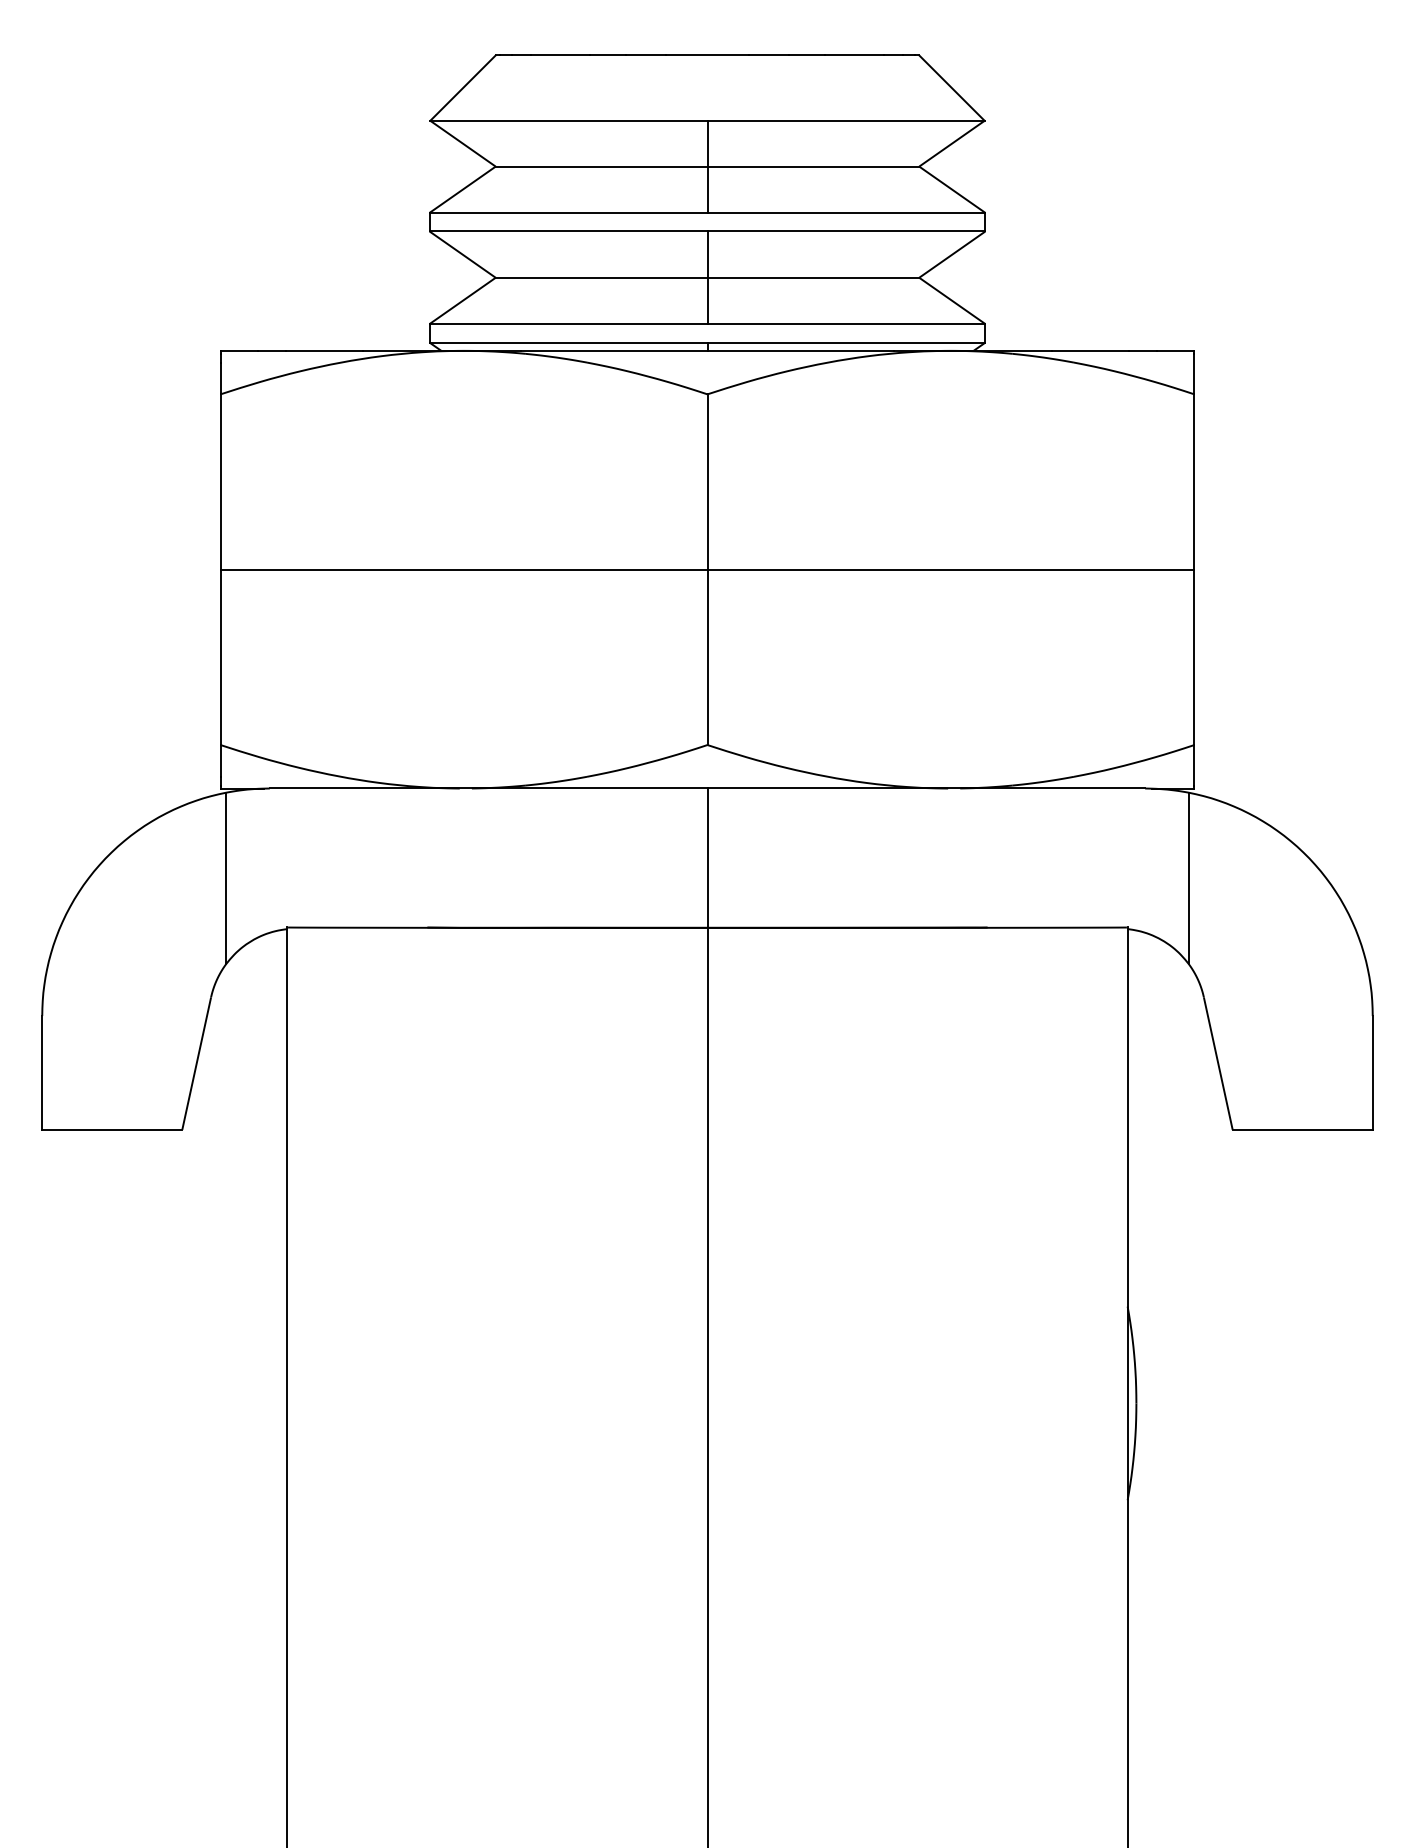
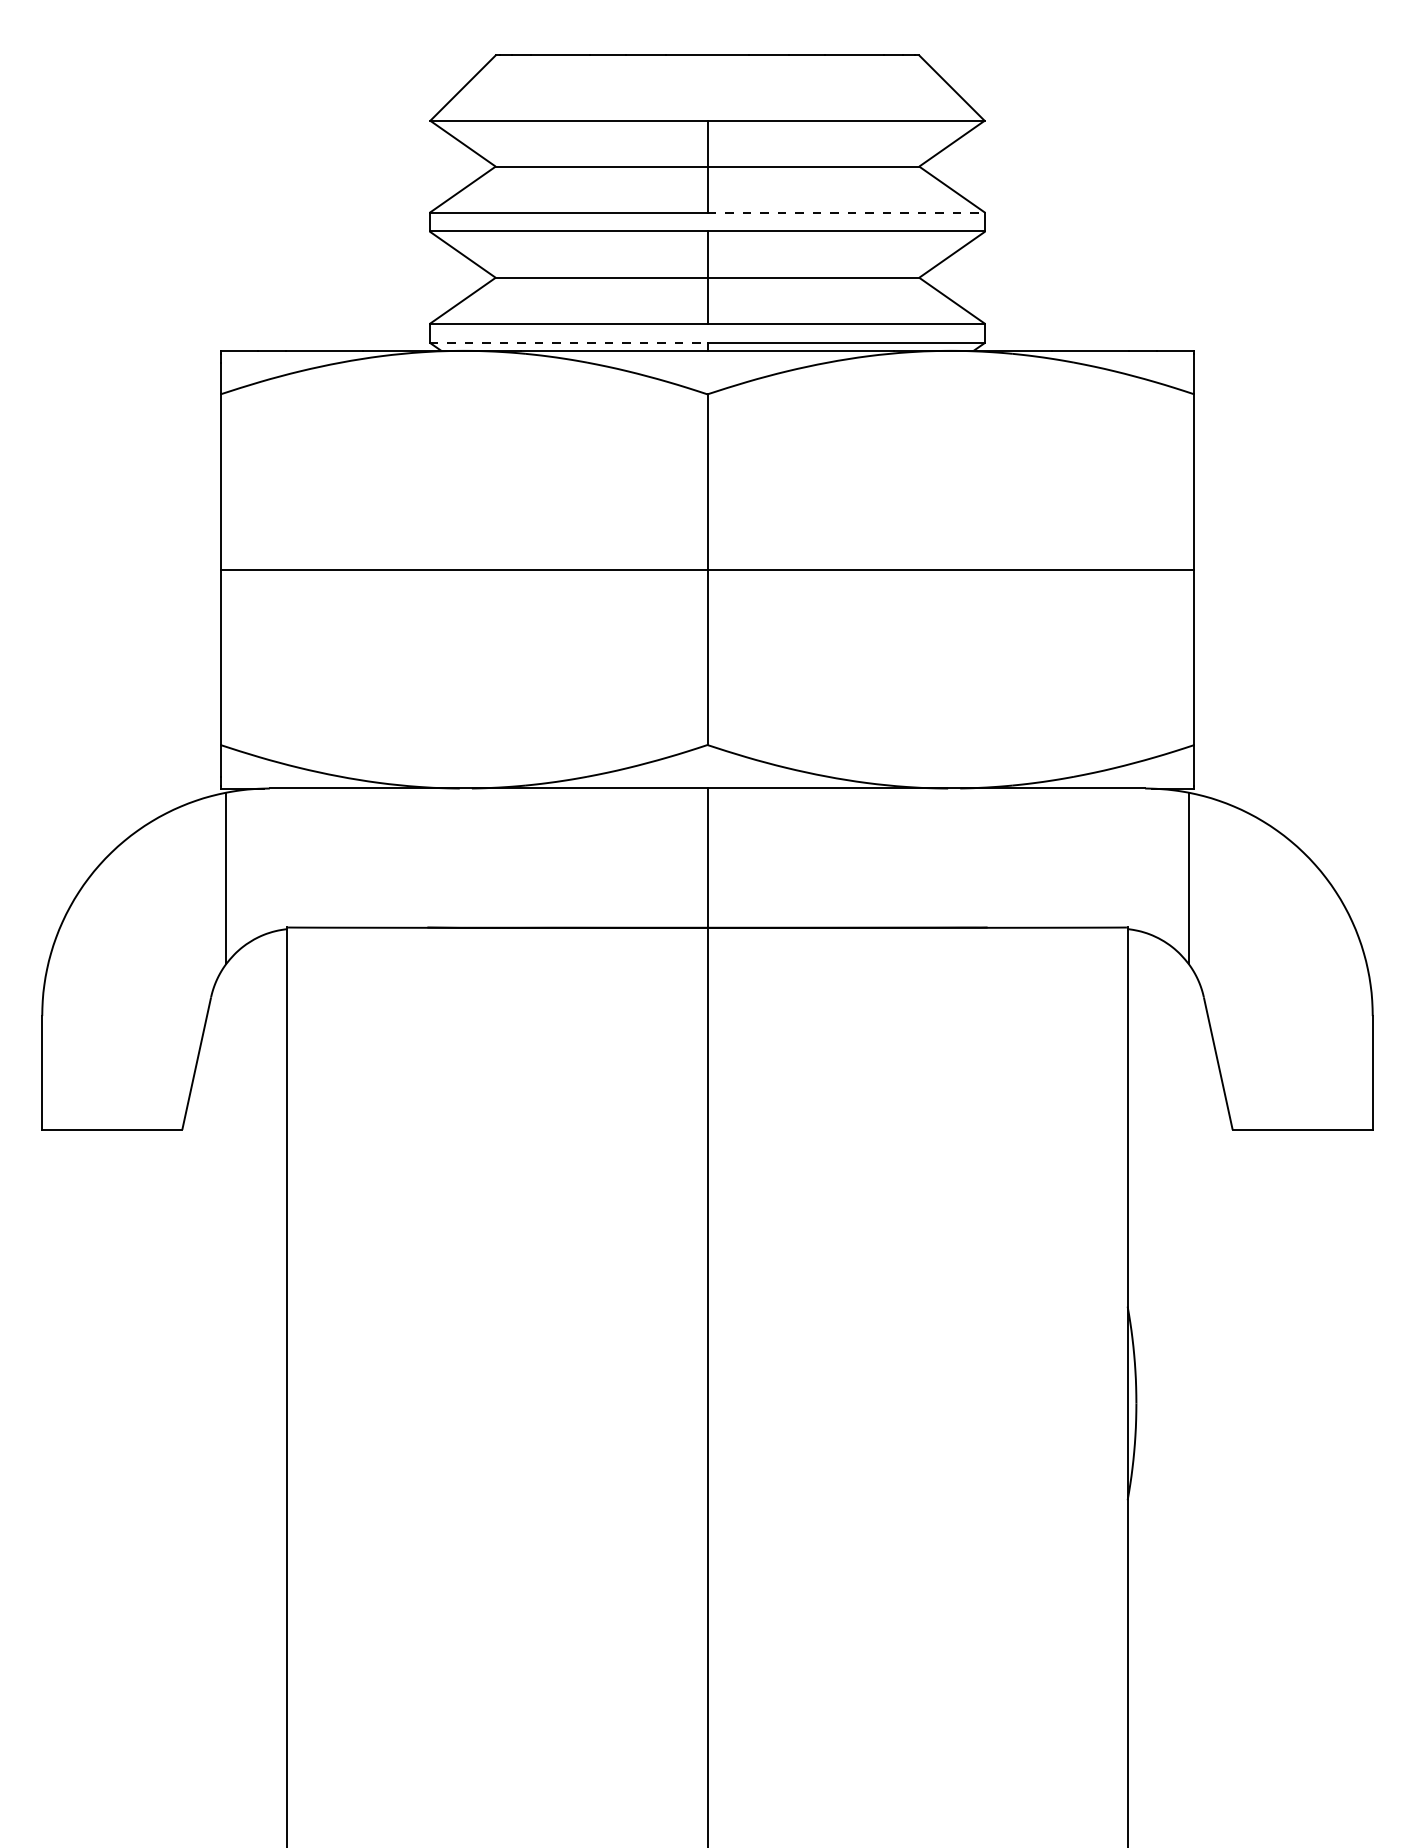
line at (846, 212): solid -> dashed
line at (568, 342): solid -> dashed
